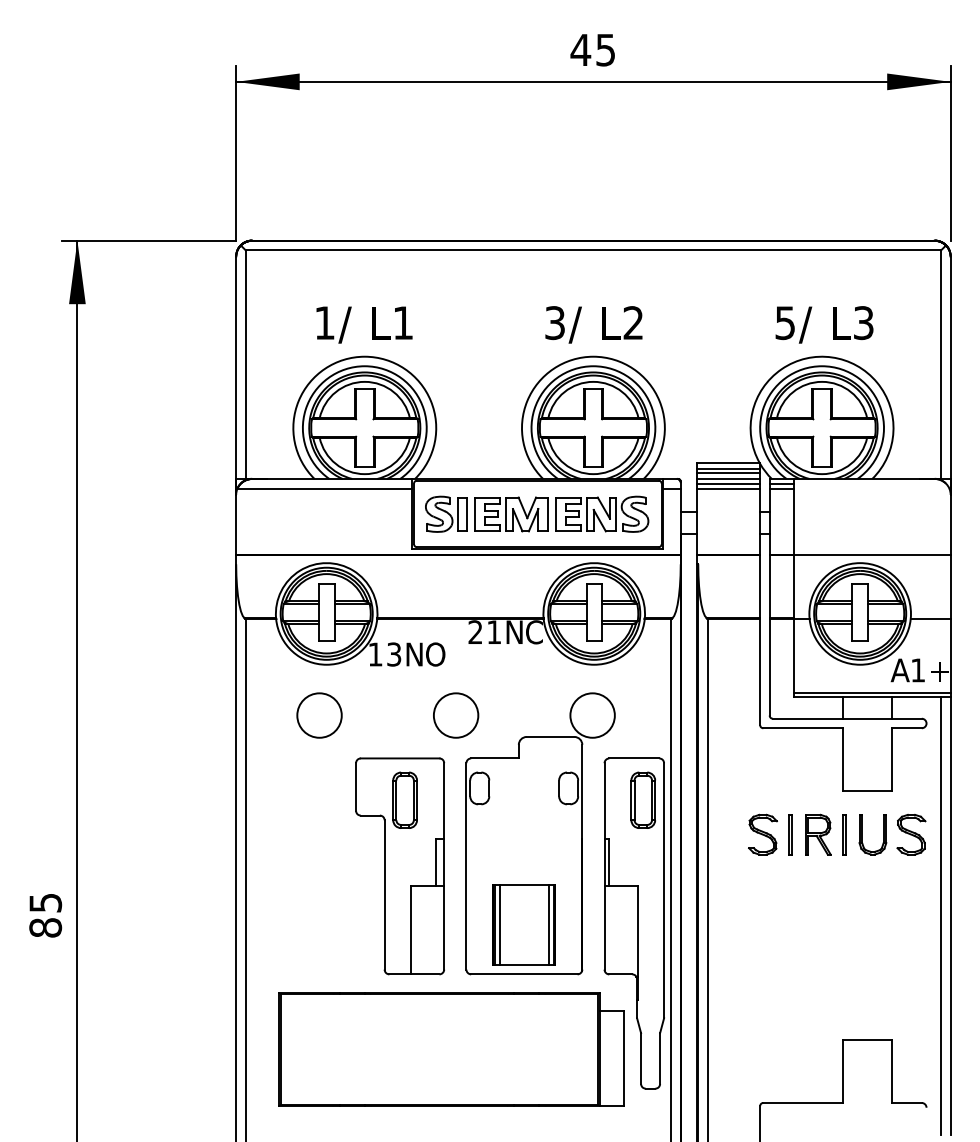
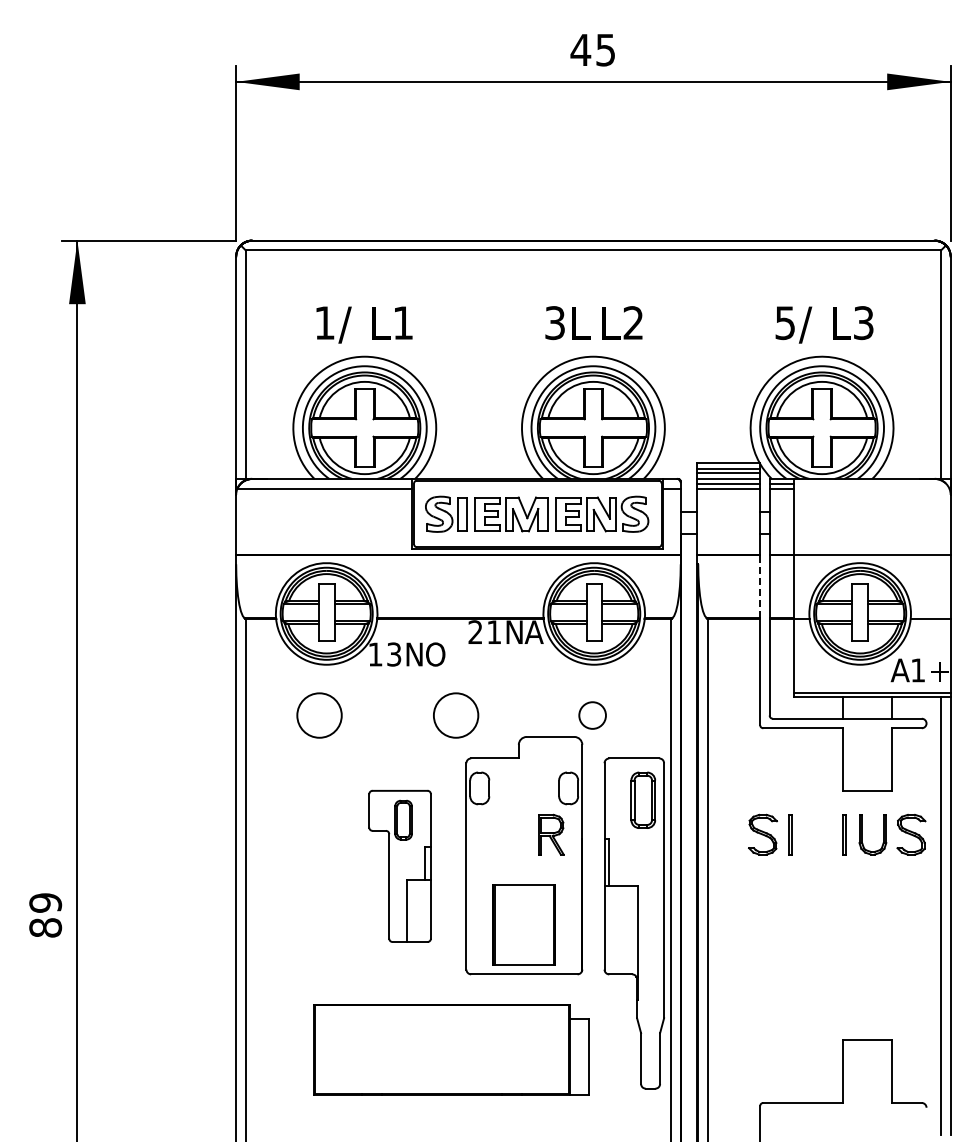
text at (579, 324): / -> L
line at (760, 586): solid -> dashed
text at (533, 632): C -> A
circle at (592, 715) diameter: 44 px -> 27 px
part at (818, 834) position: (818, 834) -> (551, 834)
part at (399, 866) size: 90x219 px -> 64x154 px
text at (45, 902): 85 -> 89
line at (499, 924): present -> none
line at (548, 924): present -> none
part at (451, 1049) size: 347x115 px -> 277x92 px
